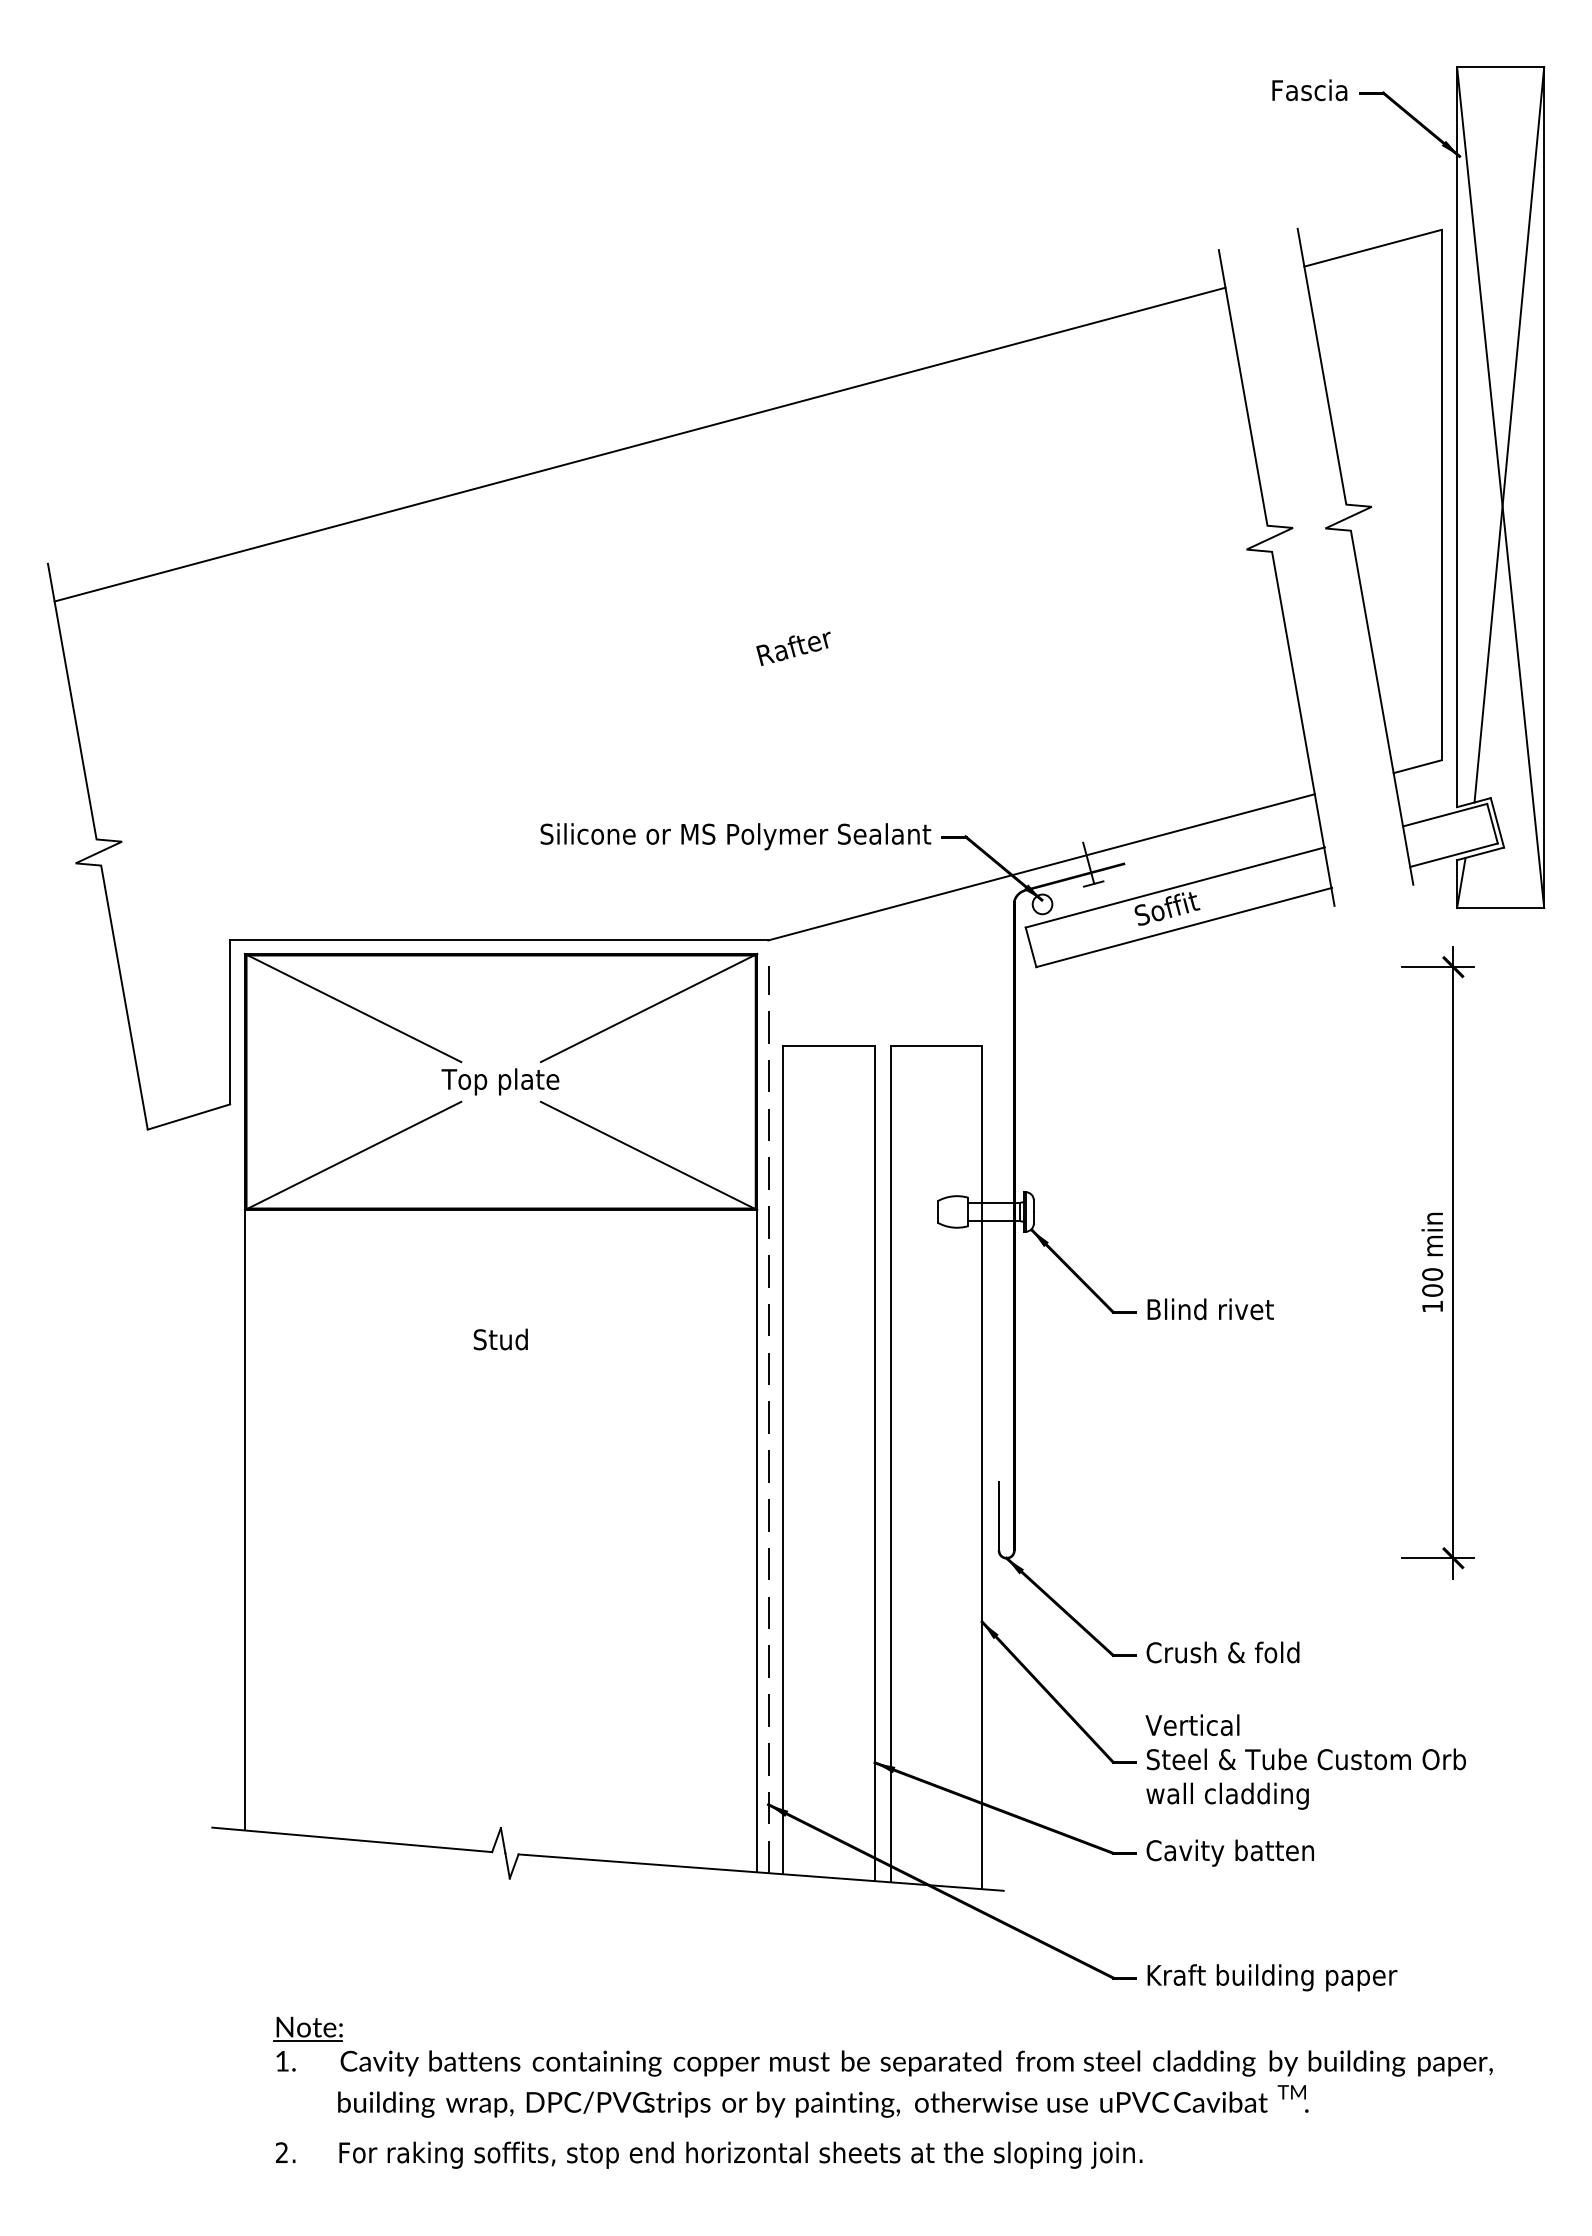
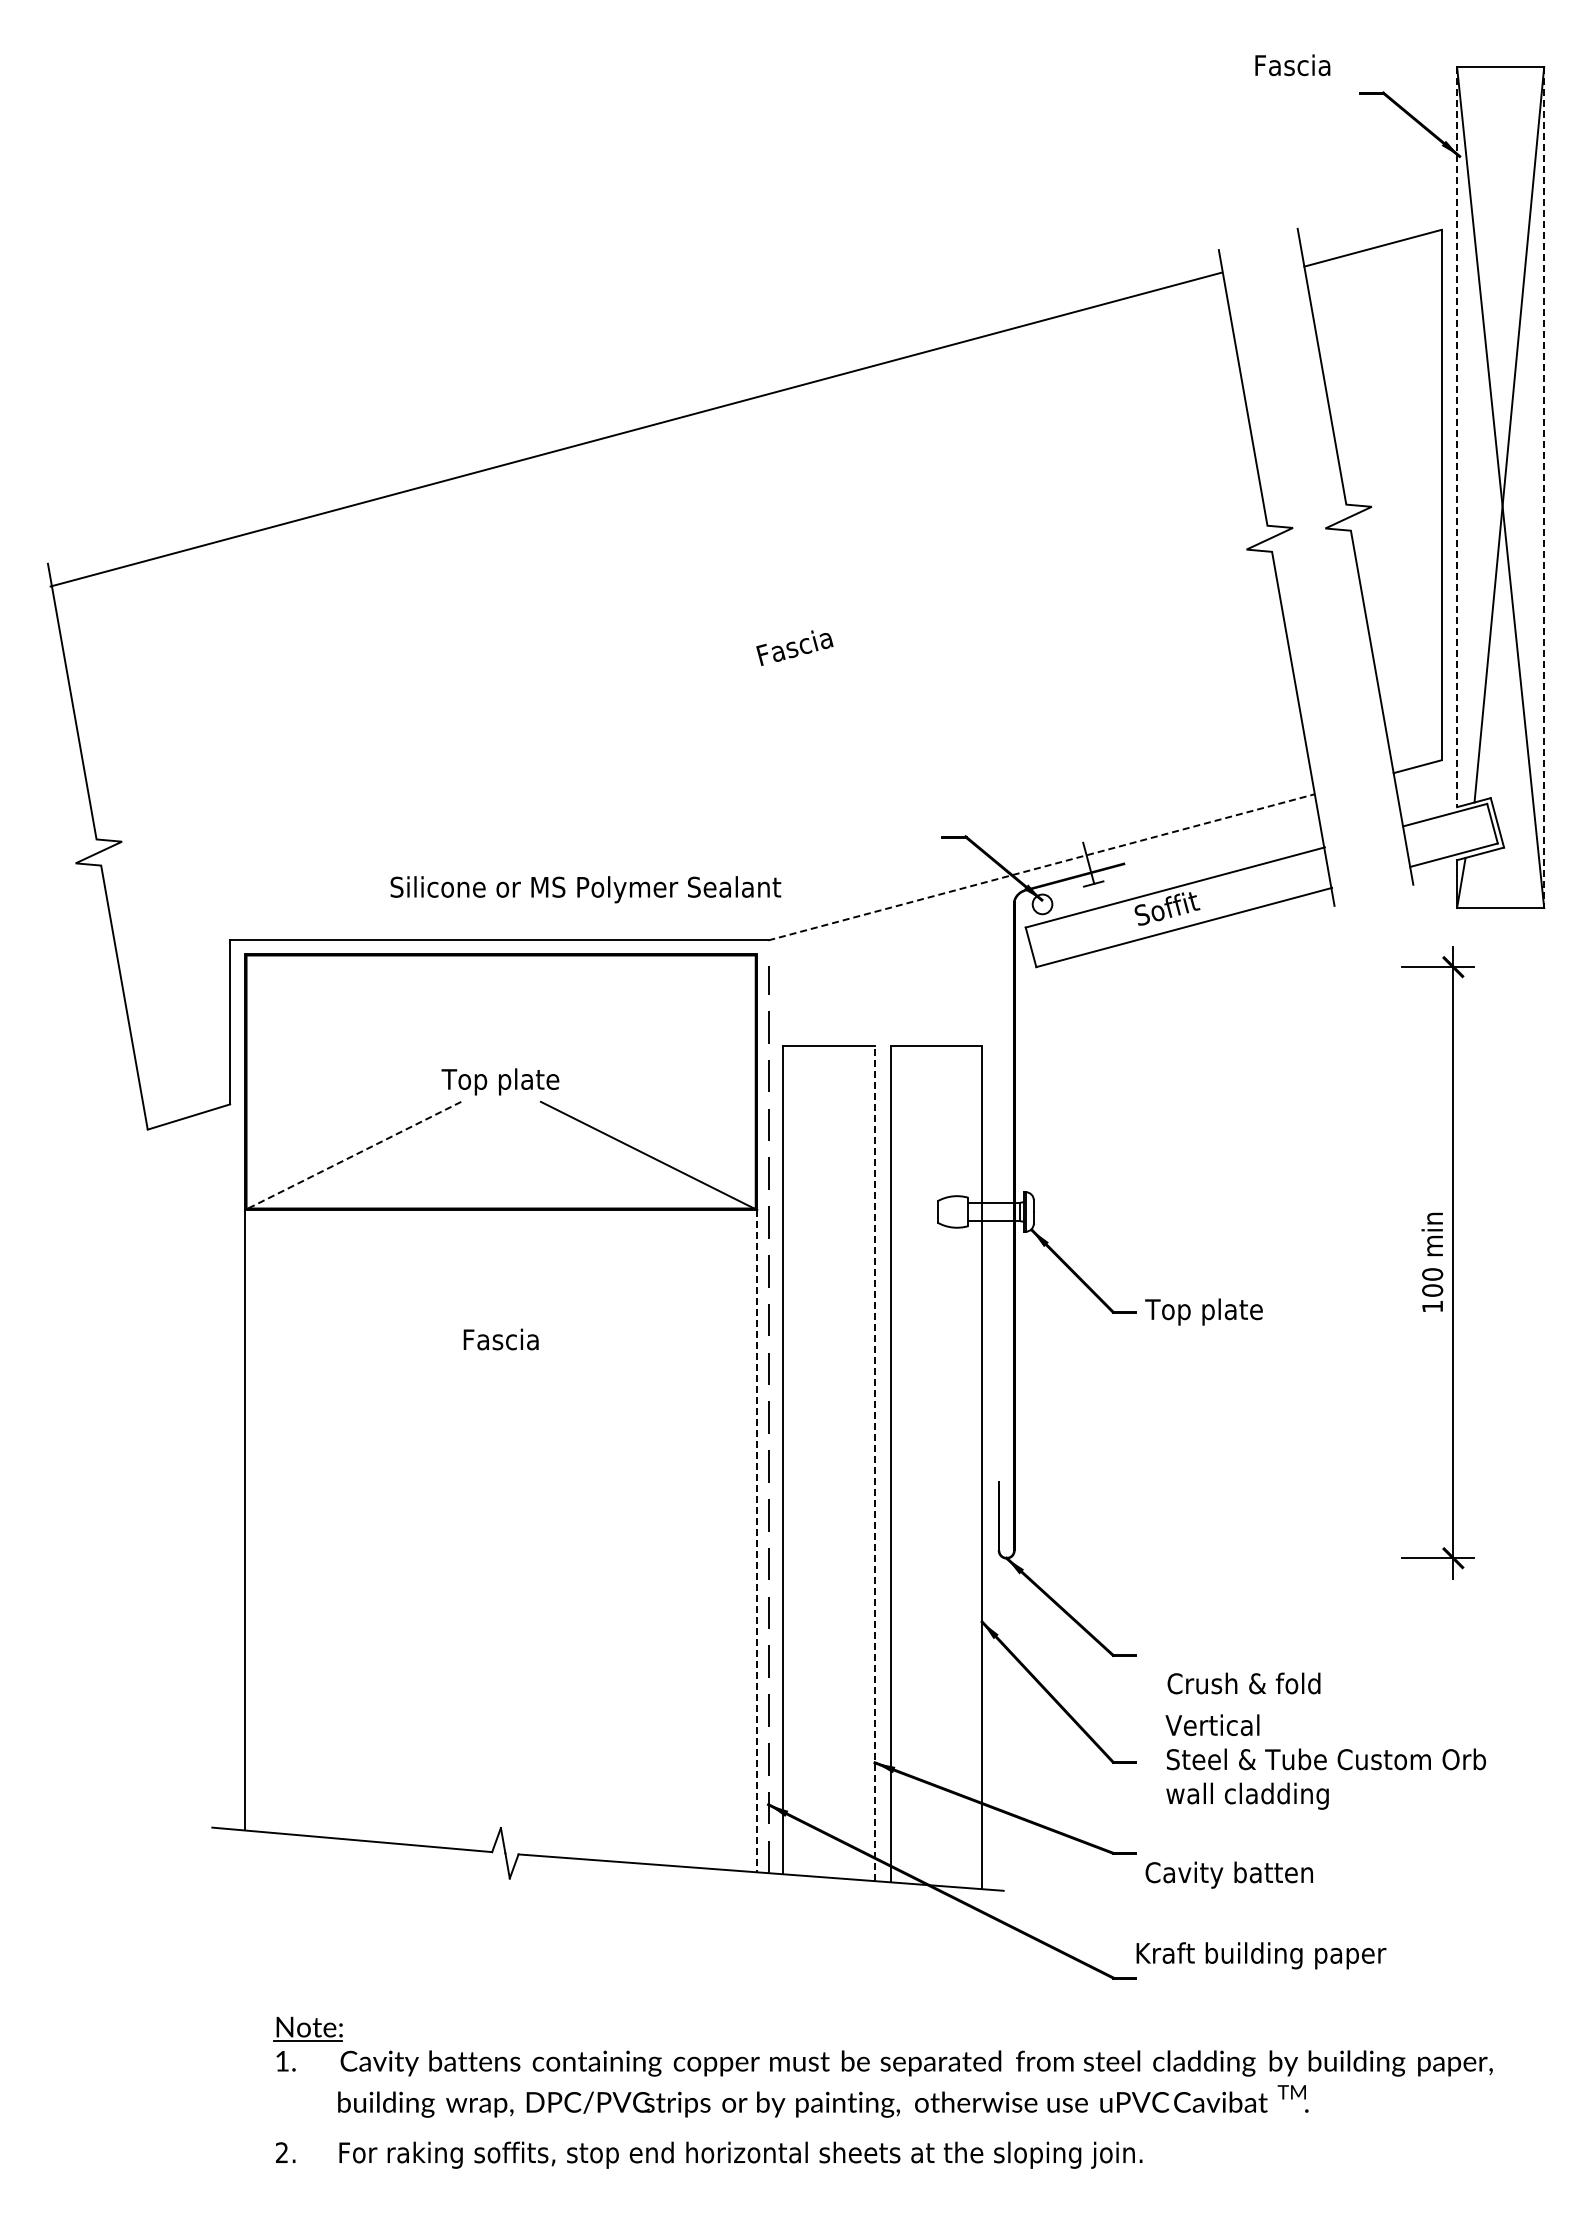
text at (1309, 90) position: (1309, 90) -> (1292, 65)
line at (1457, 437): solid -> dashed
line at (639, 444) position: (639, 444) -> (635, 429)
line at (1544, 488): solid -> dashed
text at (796, 646): Rafter -> Fascia
text at (735, 836) position: (735, 836) -> (585, 889)
line at (1041, 867): solid -> dashed
line at (352, 1007): present -> none
line at (648, 1007): present -> none
line at (353, 1155): solid -> dashed
text at (1209, 1311): Blind rivet -> Top plate
text at (500, 1339): Stud -> Fascia
line at (875, 1463): solid -> dashed
line at (757, 1541): solid -> dashed
text at (1222, 1652) position: (1222, 1652) -> (1243, 1683)
text at (1305, 1761) position: (1305, 1761) -> (1325, 1761)
text at (1229, 1852) position: (1229, 1852) -> (1228, 1874)
text at (1272, 1977) position: (1272, 1977) -> (1261, 1955)
